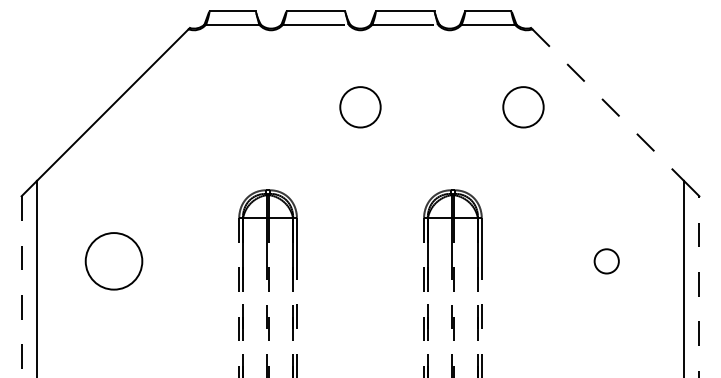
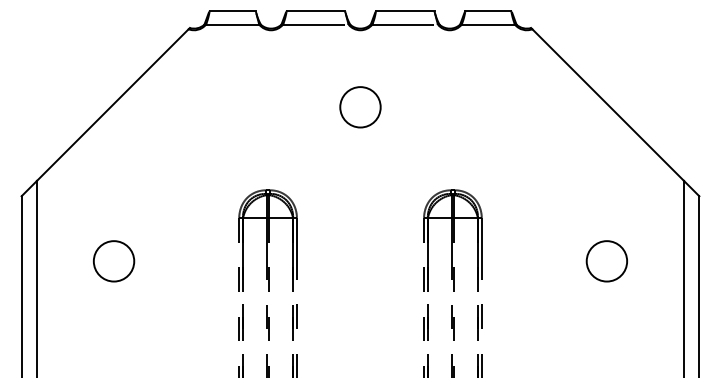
line at (608, 105): dashed -> solid
circle at (523, 107): present -> none
circle at (113, 261) diameter: 57 px -> 40 px
circle at (606, 261) size: 27x27 px -> 43x43 px
line at (699, 286): dashed -> solid
line at (21, 287): dashed -> solid
